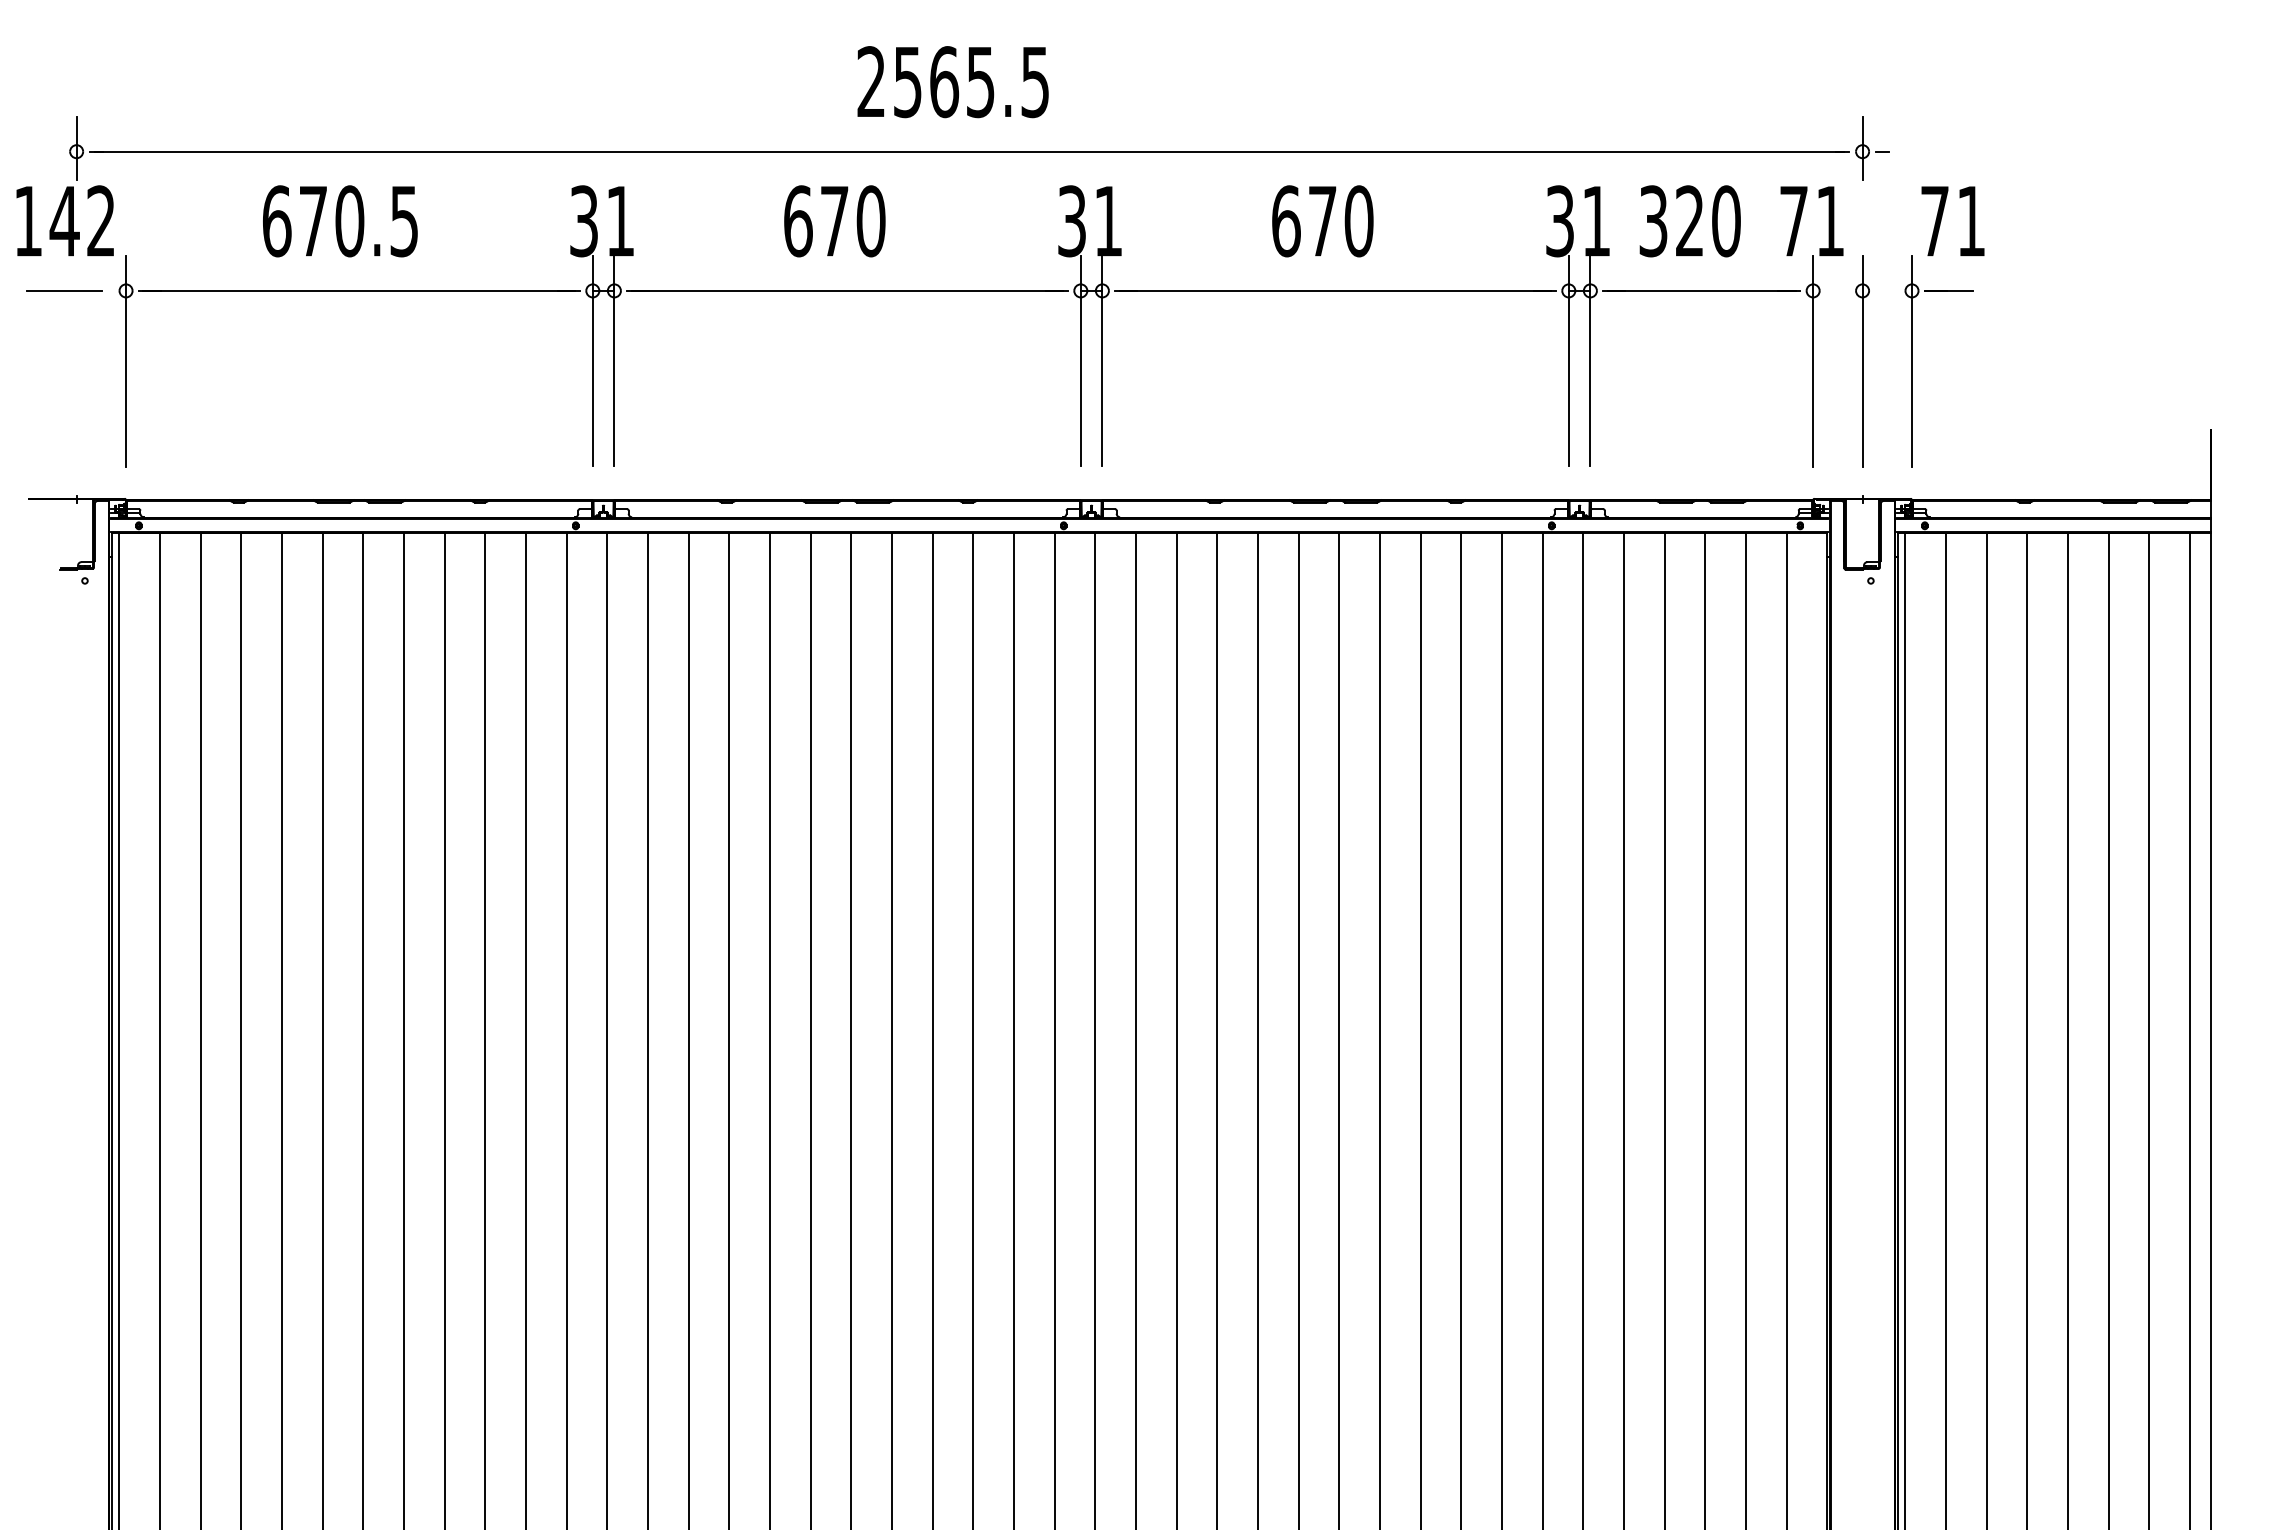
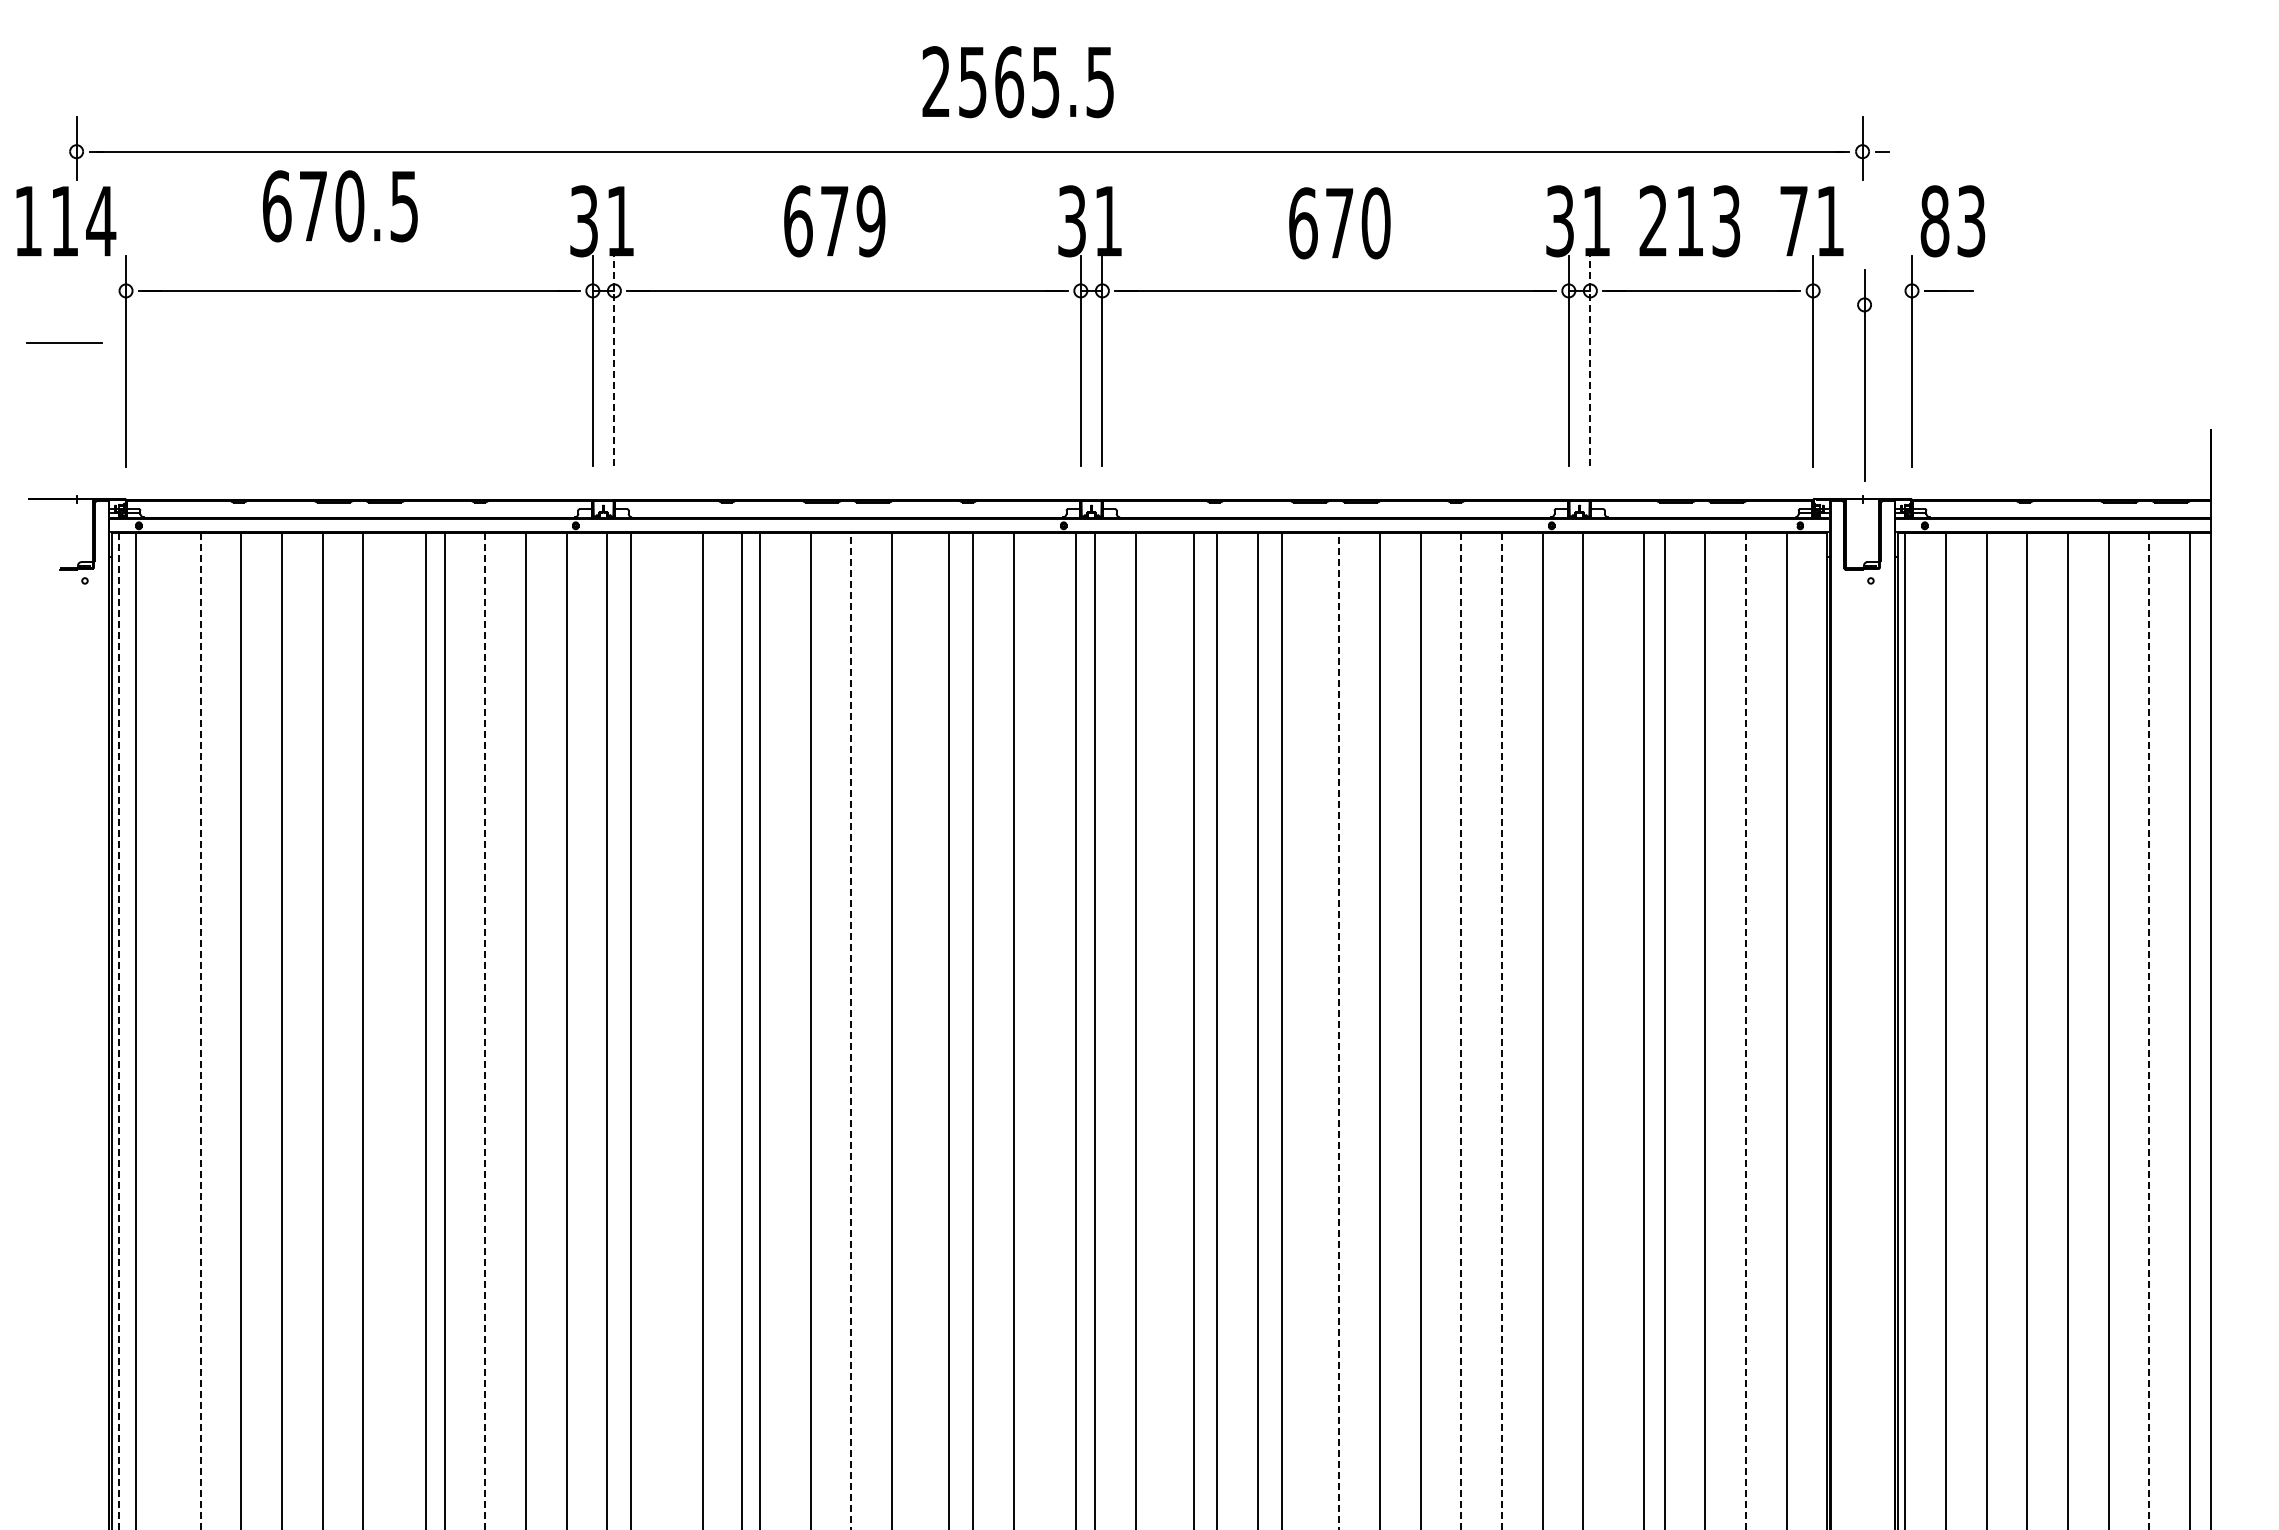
text at (952, 82) position: (952, 82) -> (1017, 82)
text at (82, 220): 142 -> 114
text at (340, 221) position: (340, 221) -> (340, 206)
text at (870, 221): 670 -> 679
text at (1322, 221) position: (1322, 221) -> (1339, 223)
text at (1689, 221): 320 -> 213
text at (1952, 221): 71 -> 83
line at (64, 290) position: (64, 290) -> (64, 342)
line at (614, 360): solid -> dashed
line at (1590, 360): solid -> dashed
part at (1862, 361) position: (1862, 361) -> (1864, 375)
line at (159, 1029) position: (159, 1029) -> (135, 1029)
line at (403, 1029) position: (403, 1029) -> (425, 1029)
line at (647, 1029) position: (647, 1029) -> (630, 1029)
line at (688, 1029) position: (688, 1029) -> (702, 1029)
line at (729, 1029) position: (729, 1029) -> (760, 1029)
line at (770, 1029) position: (770, 1029) -> (742, 1029)
line at (932, 1029) position: (932, 1029) -> (948, 1029)
line at (1054, 1029) position: (1054, 1029) -> (1075, 1029)
line at (1176, 1029) position: (1176, 1029) -> (1193, 1029)
line at (1298, 1029) position: (1298, 1029) -> (1281, 1029)
line at (1623, 1029) position: (1623, 1029) -> (1643, 1029)
line at (851, 1030): solid -> dashed
line at (1339, 1030): solid -> dashed
line at (119, 1031): solid -> dashed
line at (200, 1031): solid -> dashed
line at (485, 1031): solid -> dashed
line at (1461, 1031): solid -> dashed
line at (1502, 1031): solid -> dashed
line at (1746, 1031): solid -> dashed
line at (2149, 1031): solid -> dashed
